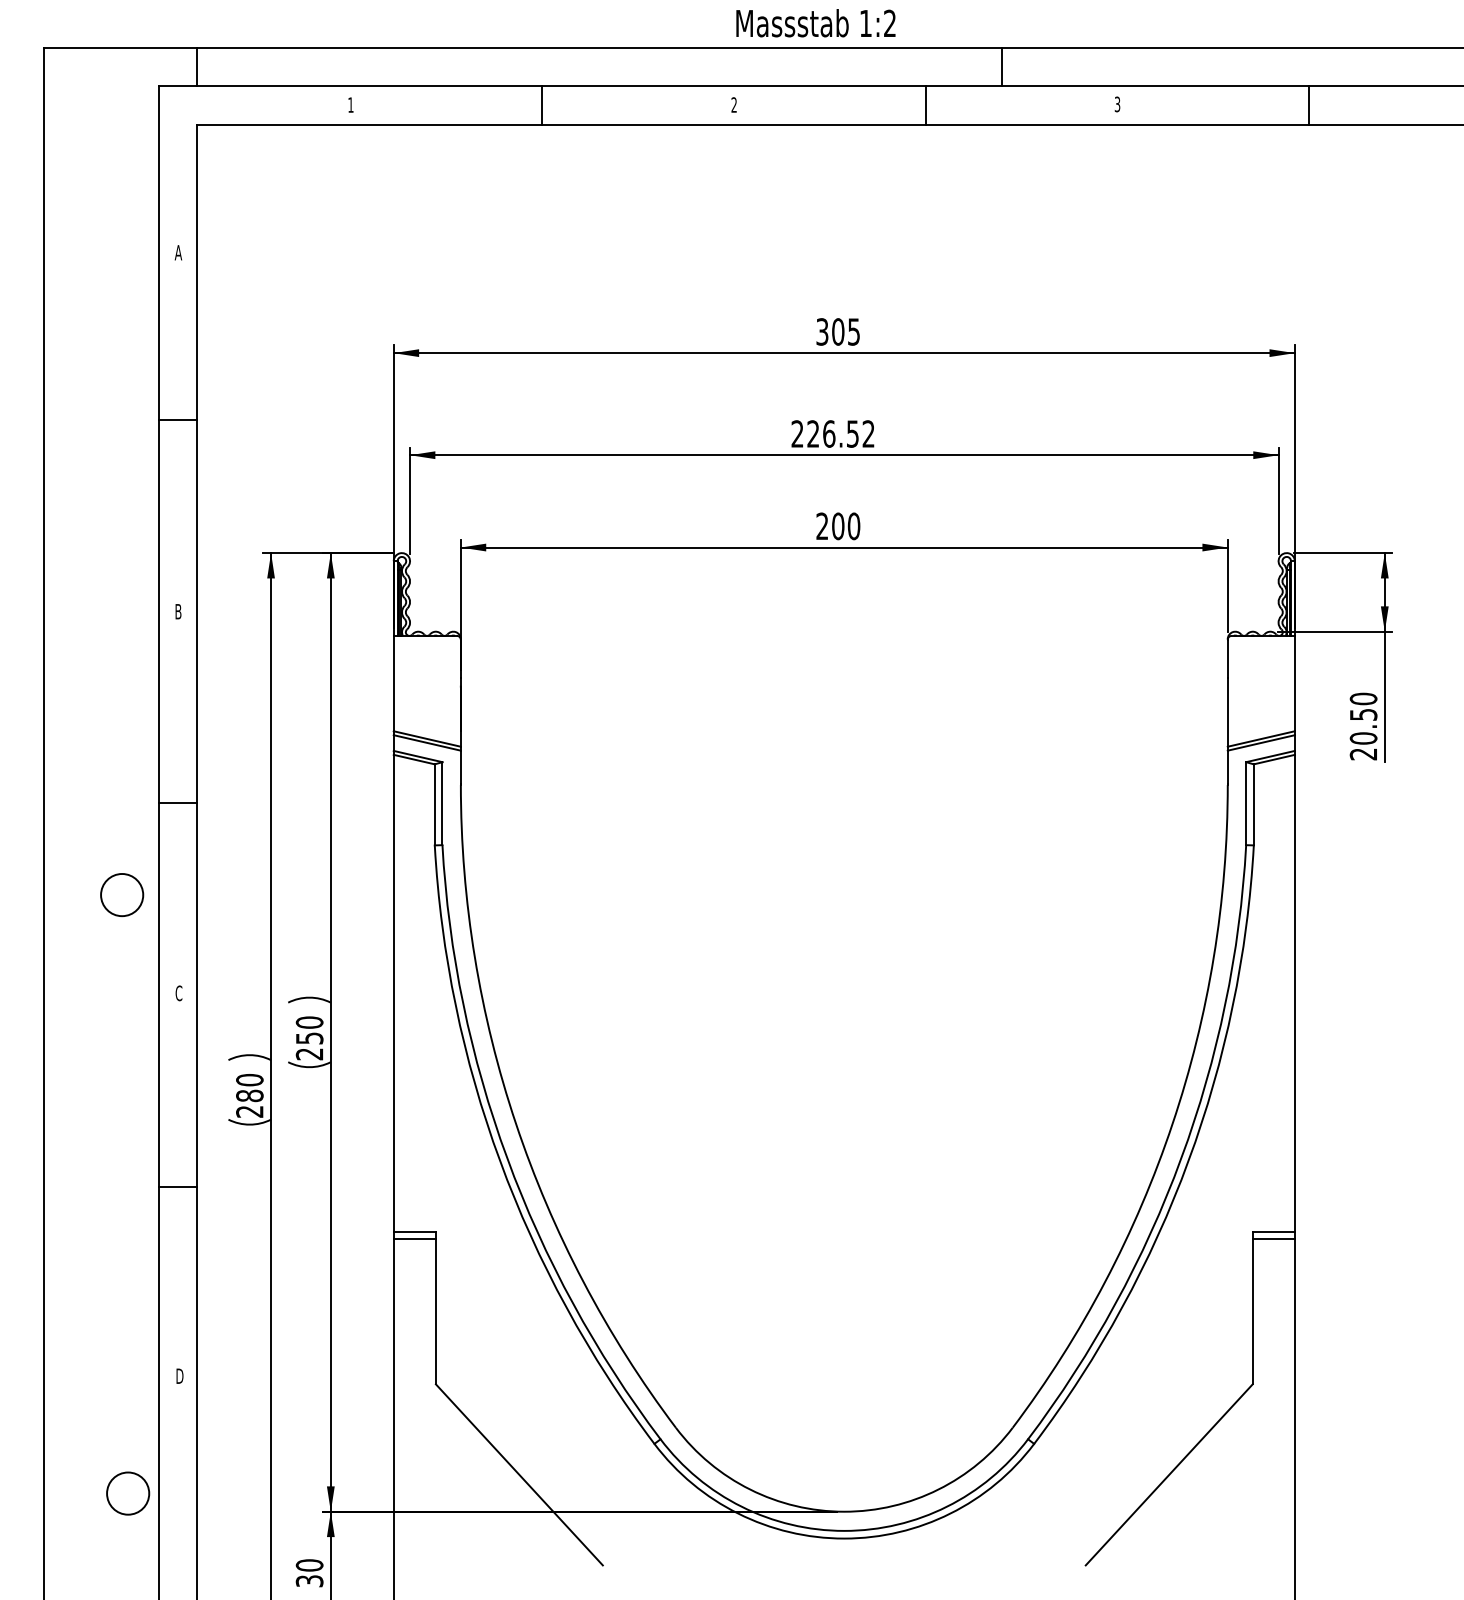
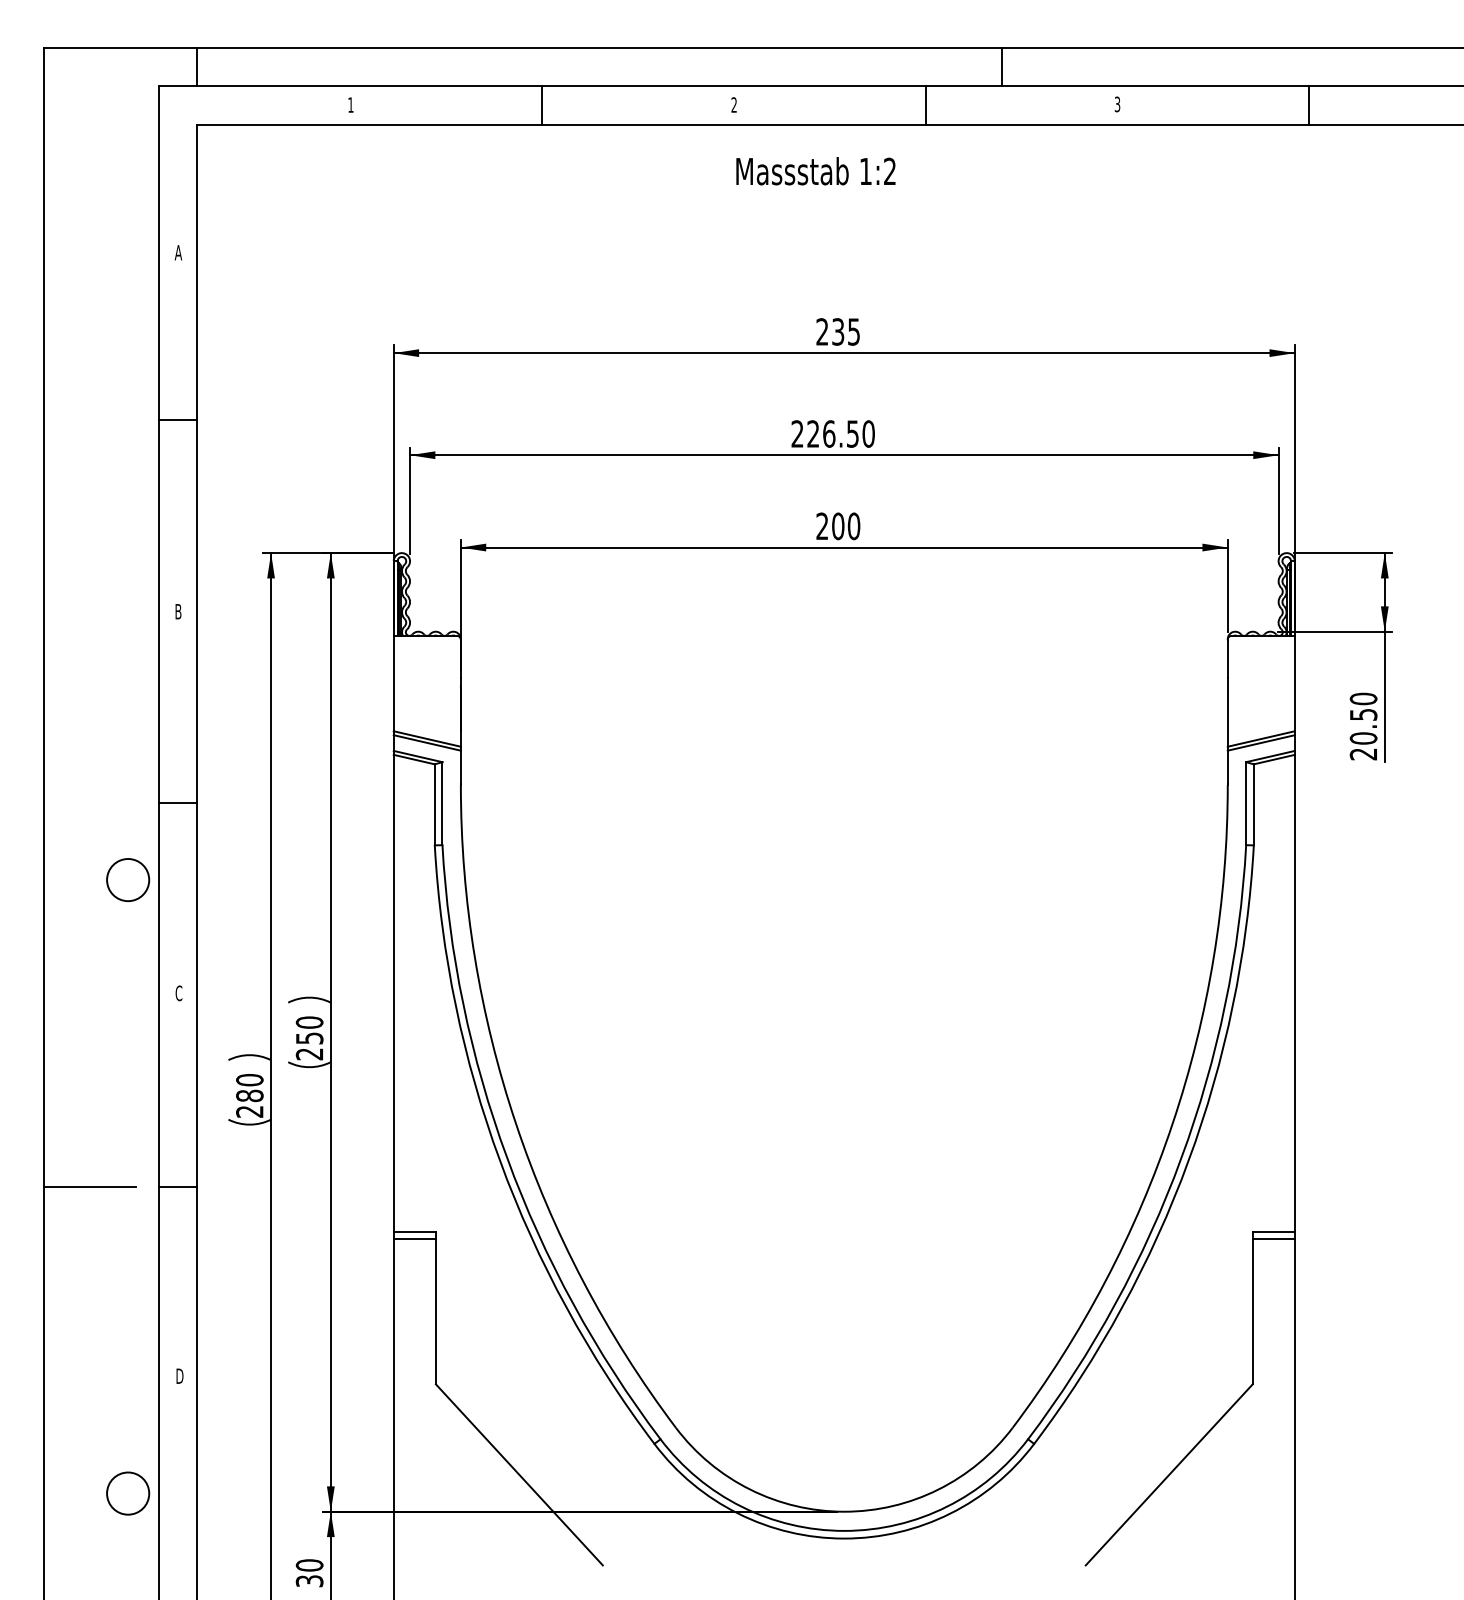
text at (815, 23) position: (815, 23) -> (815, 171)
text at (830, 331): 305 -> 235
text at (868, 433): 226.52 -> 226.50
circle at (122, 895) position: (122, 895) -> (128, 880)
line at (89, 1186): none -> present
